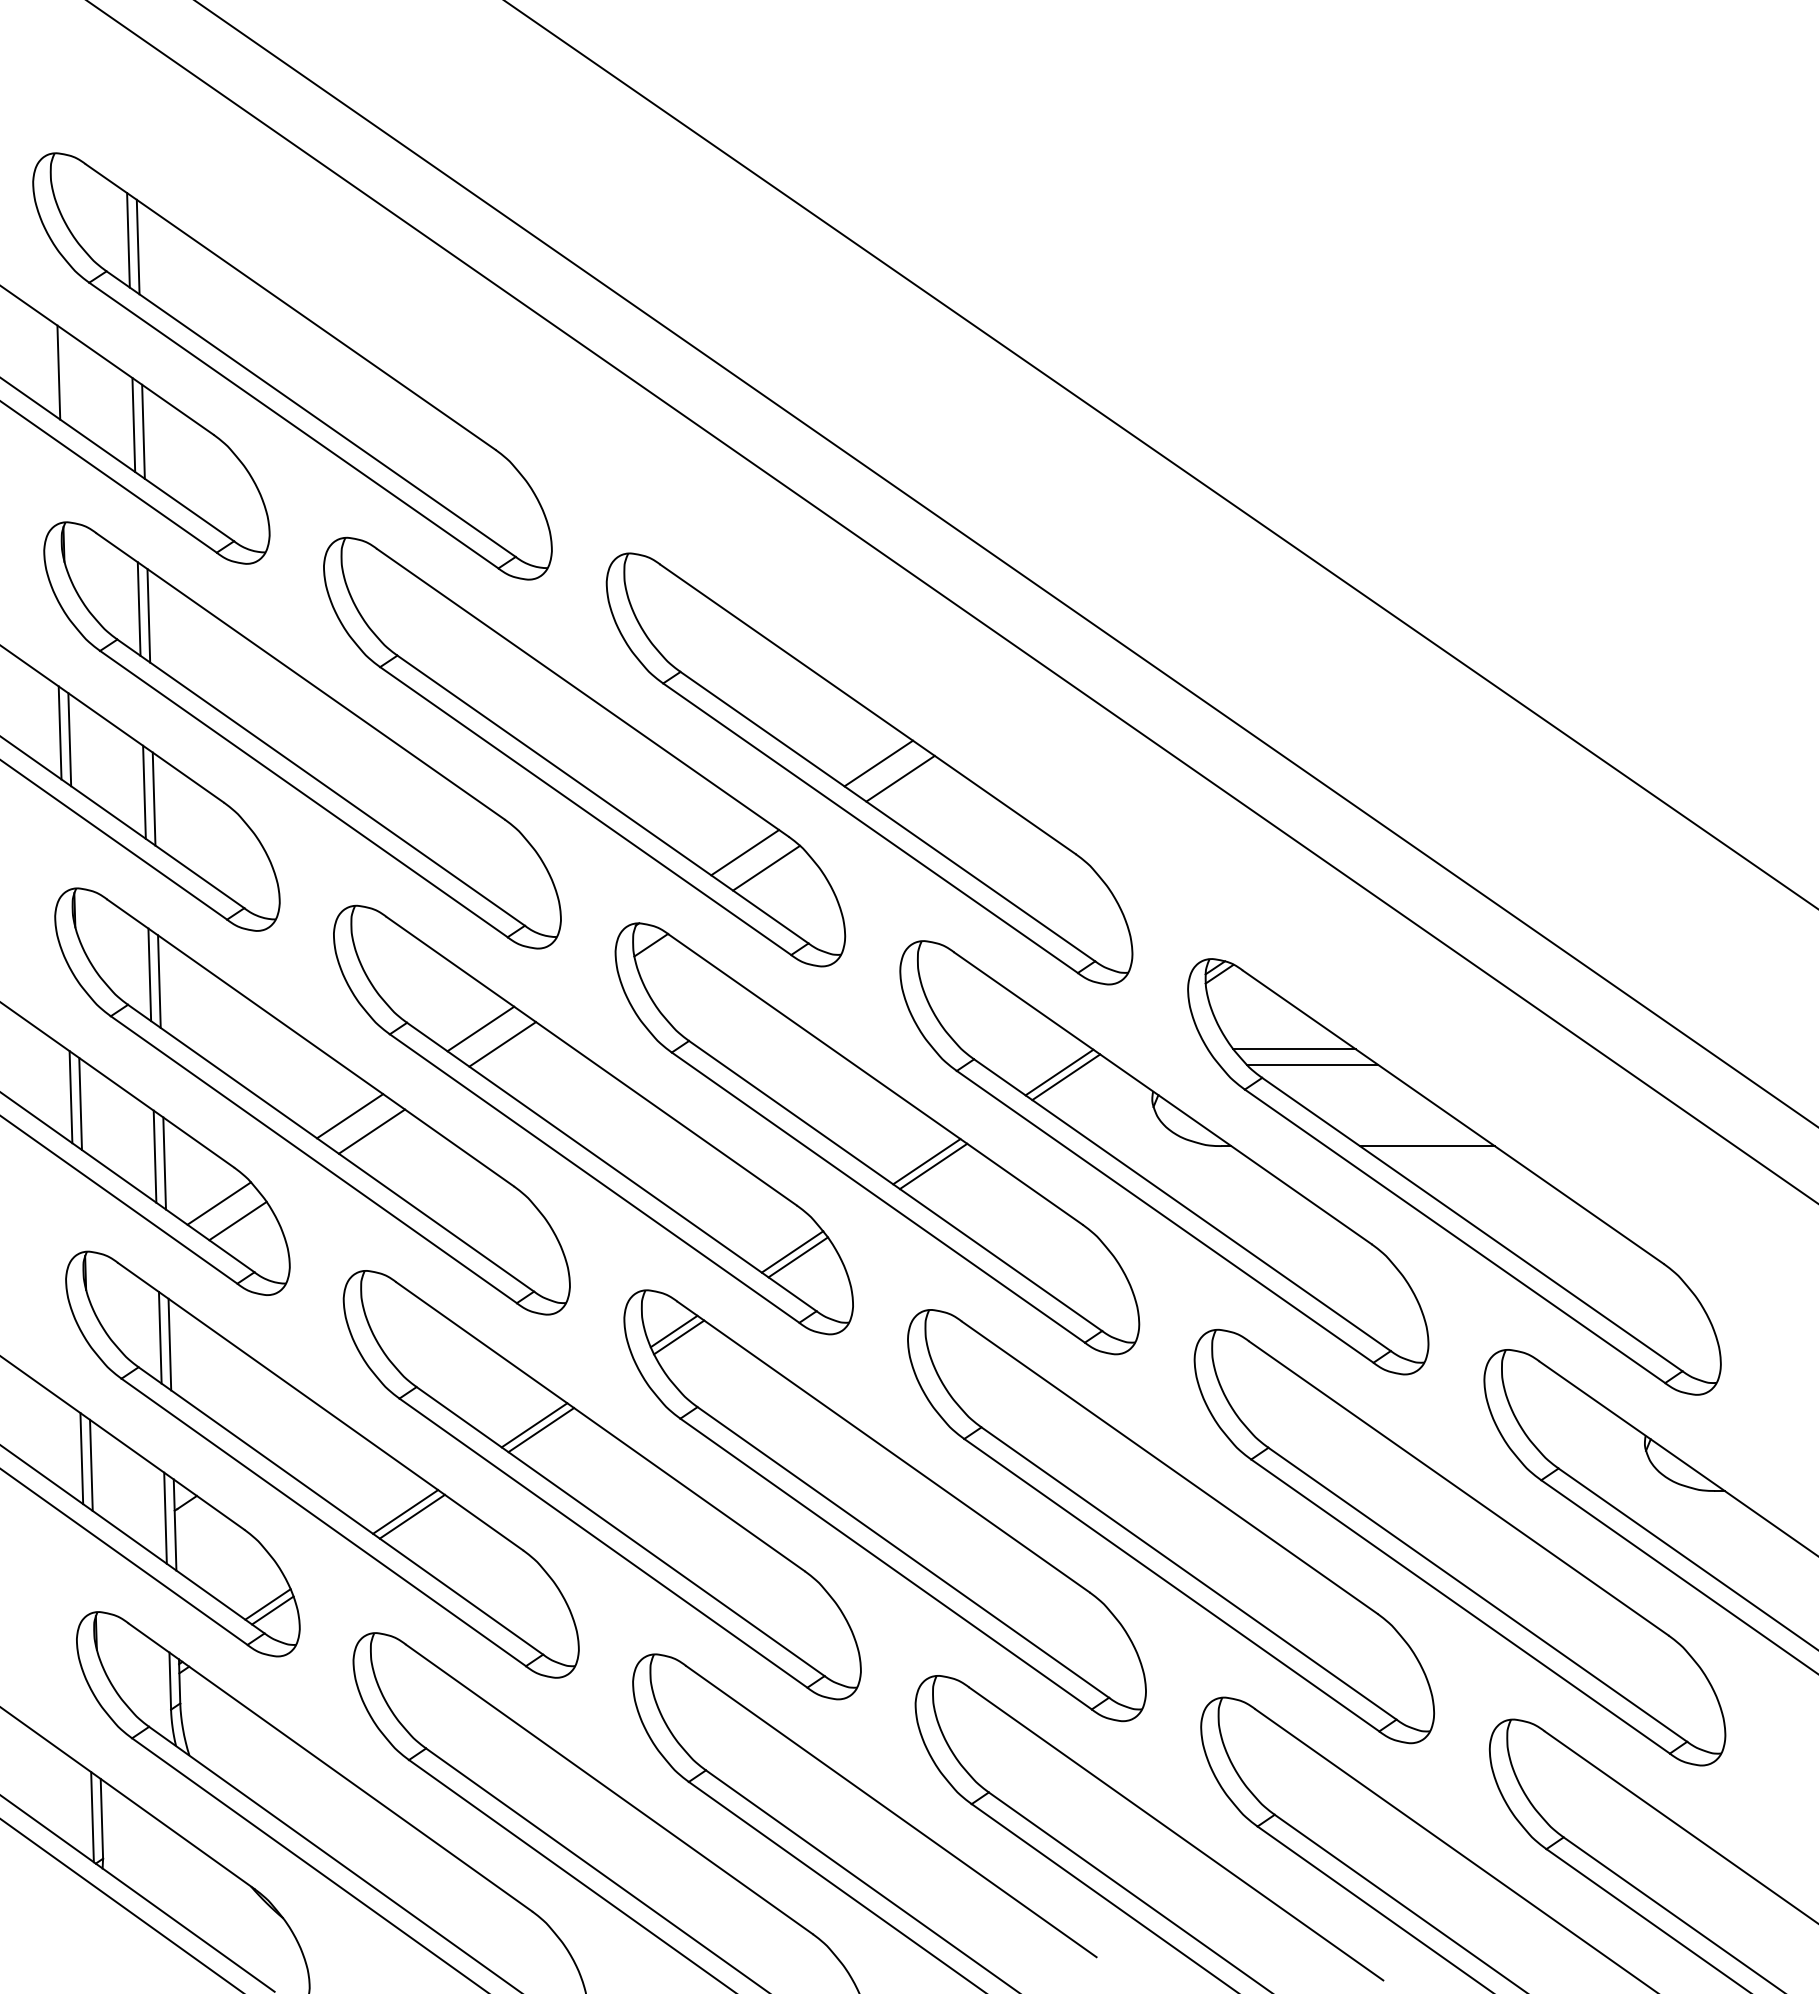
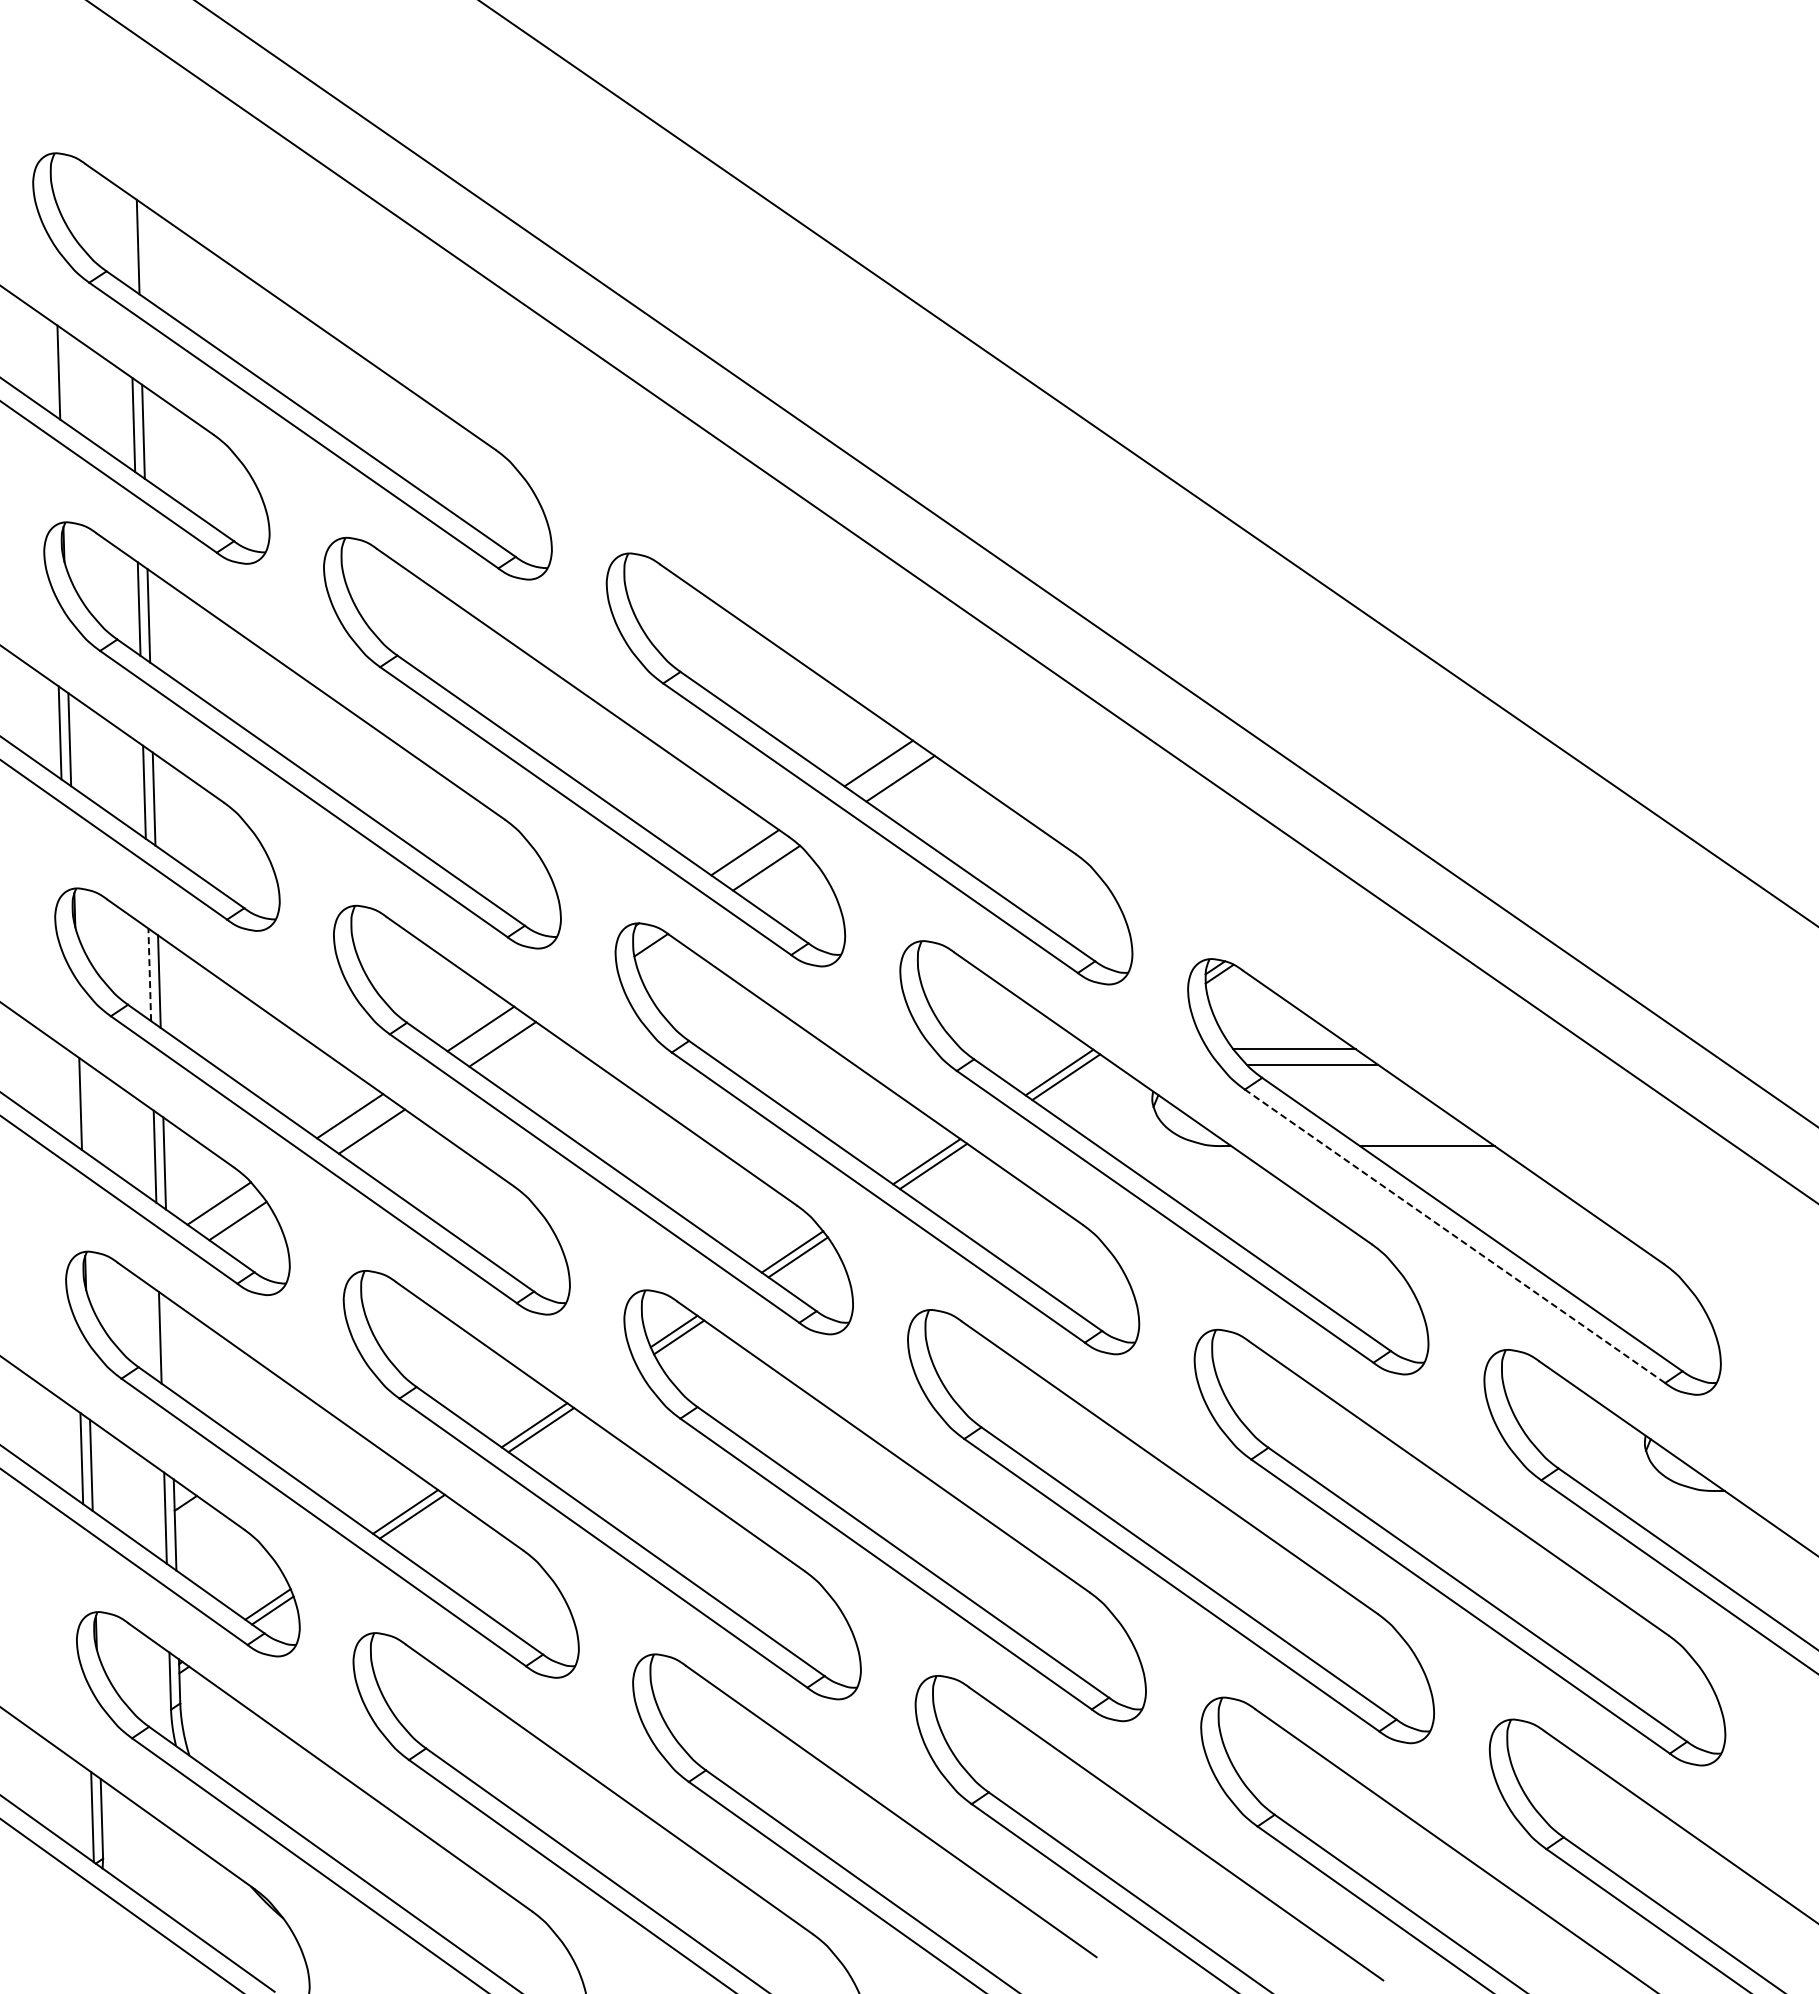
line at (128, 240): present -> none
line at (1161, 454) position: (1161, 454) -> (1148, 463)
line at (149, 974): solid -> dashed
line at (70, 1097): present -> none
line at (1454, 1236): solid -> dashed
line at (169, 1344): present -> none
